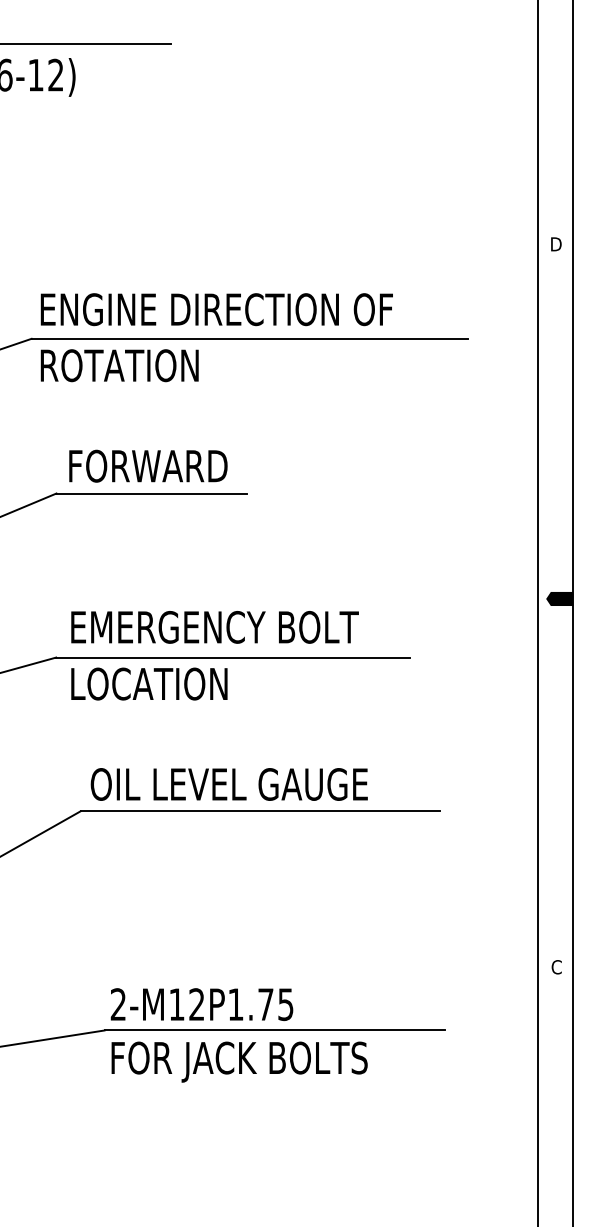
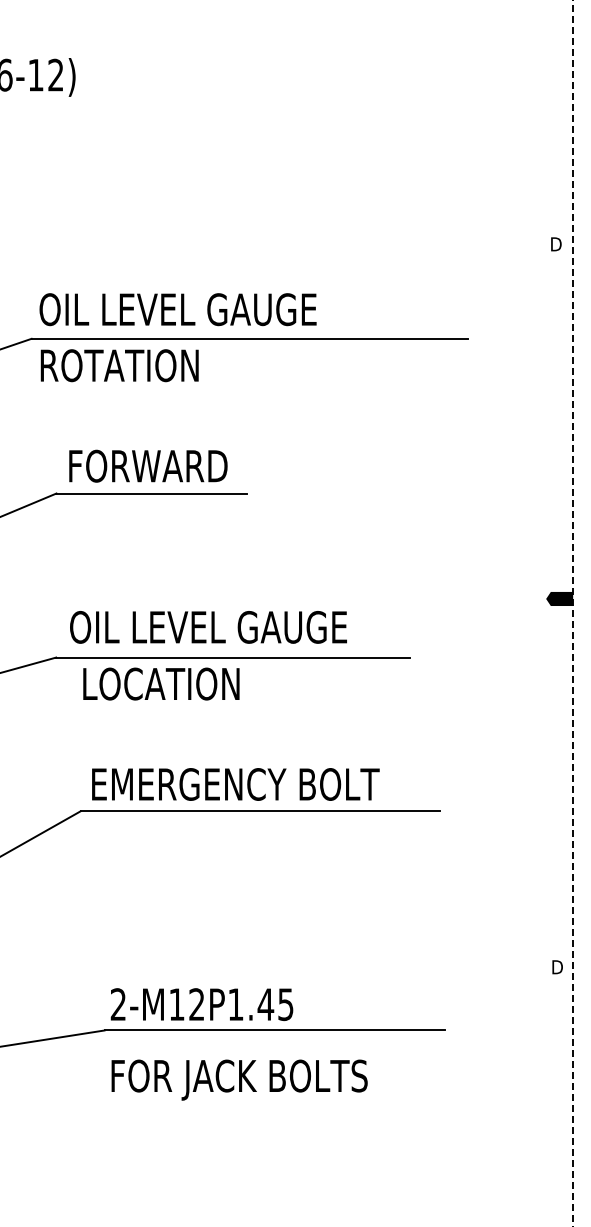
line at (86, 43): present -> none
text at (215, 309): ENGINE DIRECTION OF -> OIL LEVEL GAUGE
line at (537, 612): present -> none
line at (573, 612): solid -> dashed
text at (214, 626): EMERGENCY BOLT -> OIL LEVEL GAUGE
text at (149, 683) position: (149, 683) -> (161, 683)
text at (234, 784): OIL LEVEL GAUGE -> EMERGENCY BOLT
text at (556, 967): C -> D
text at (265, 1004): 2-M12P1.75 -> 2-M12P1.45
text at (239, 1061) position: (239, 1061) -> (239, 1079)
